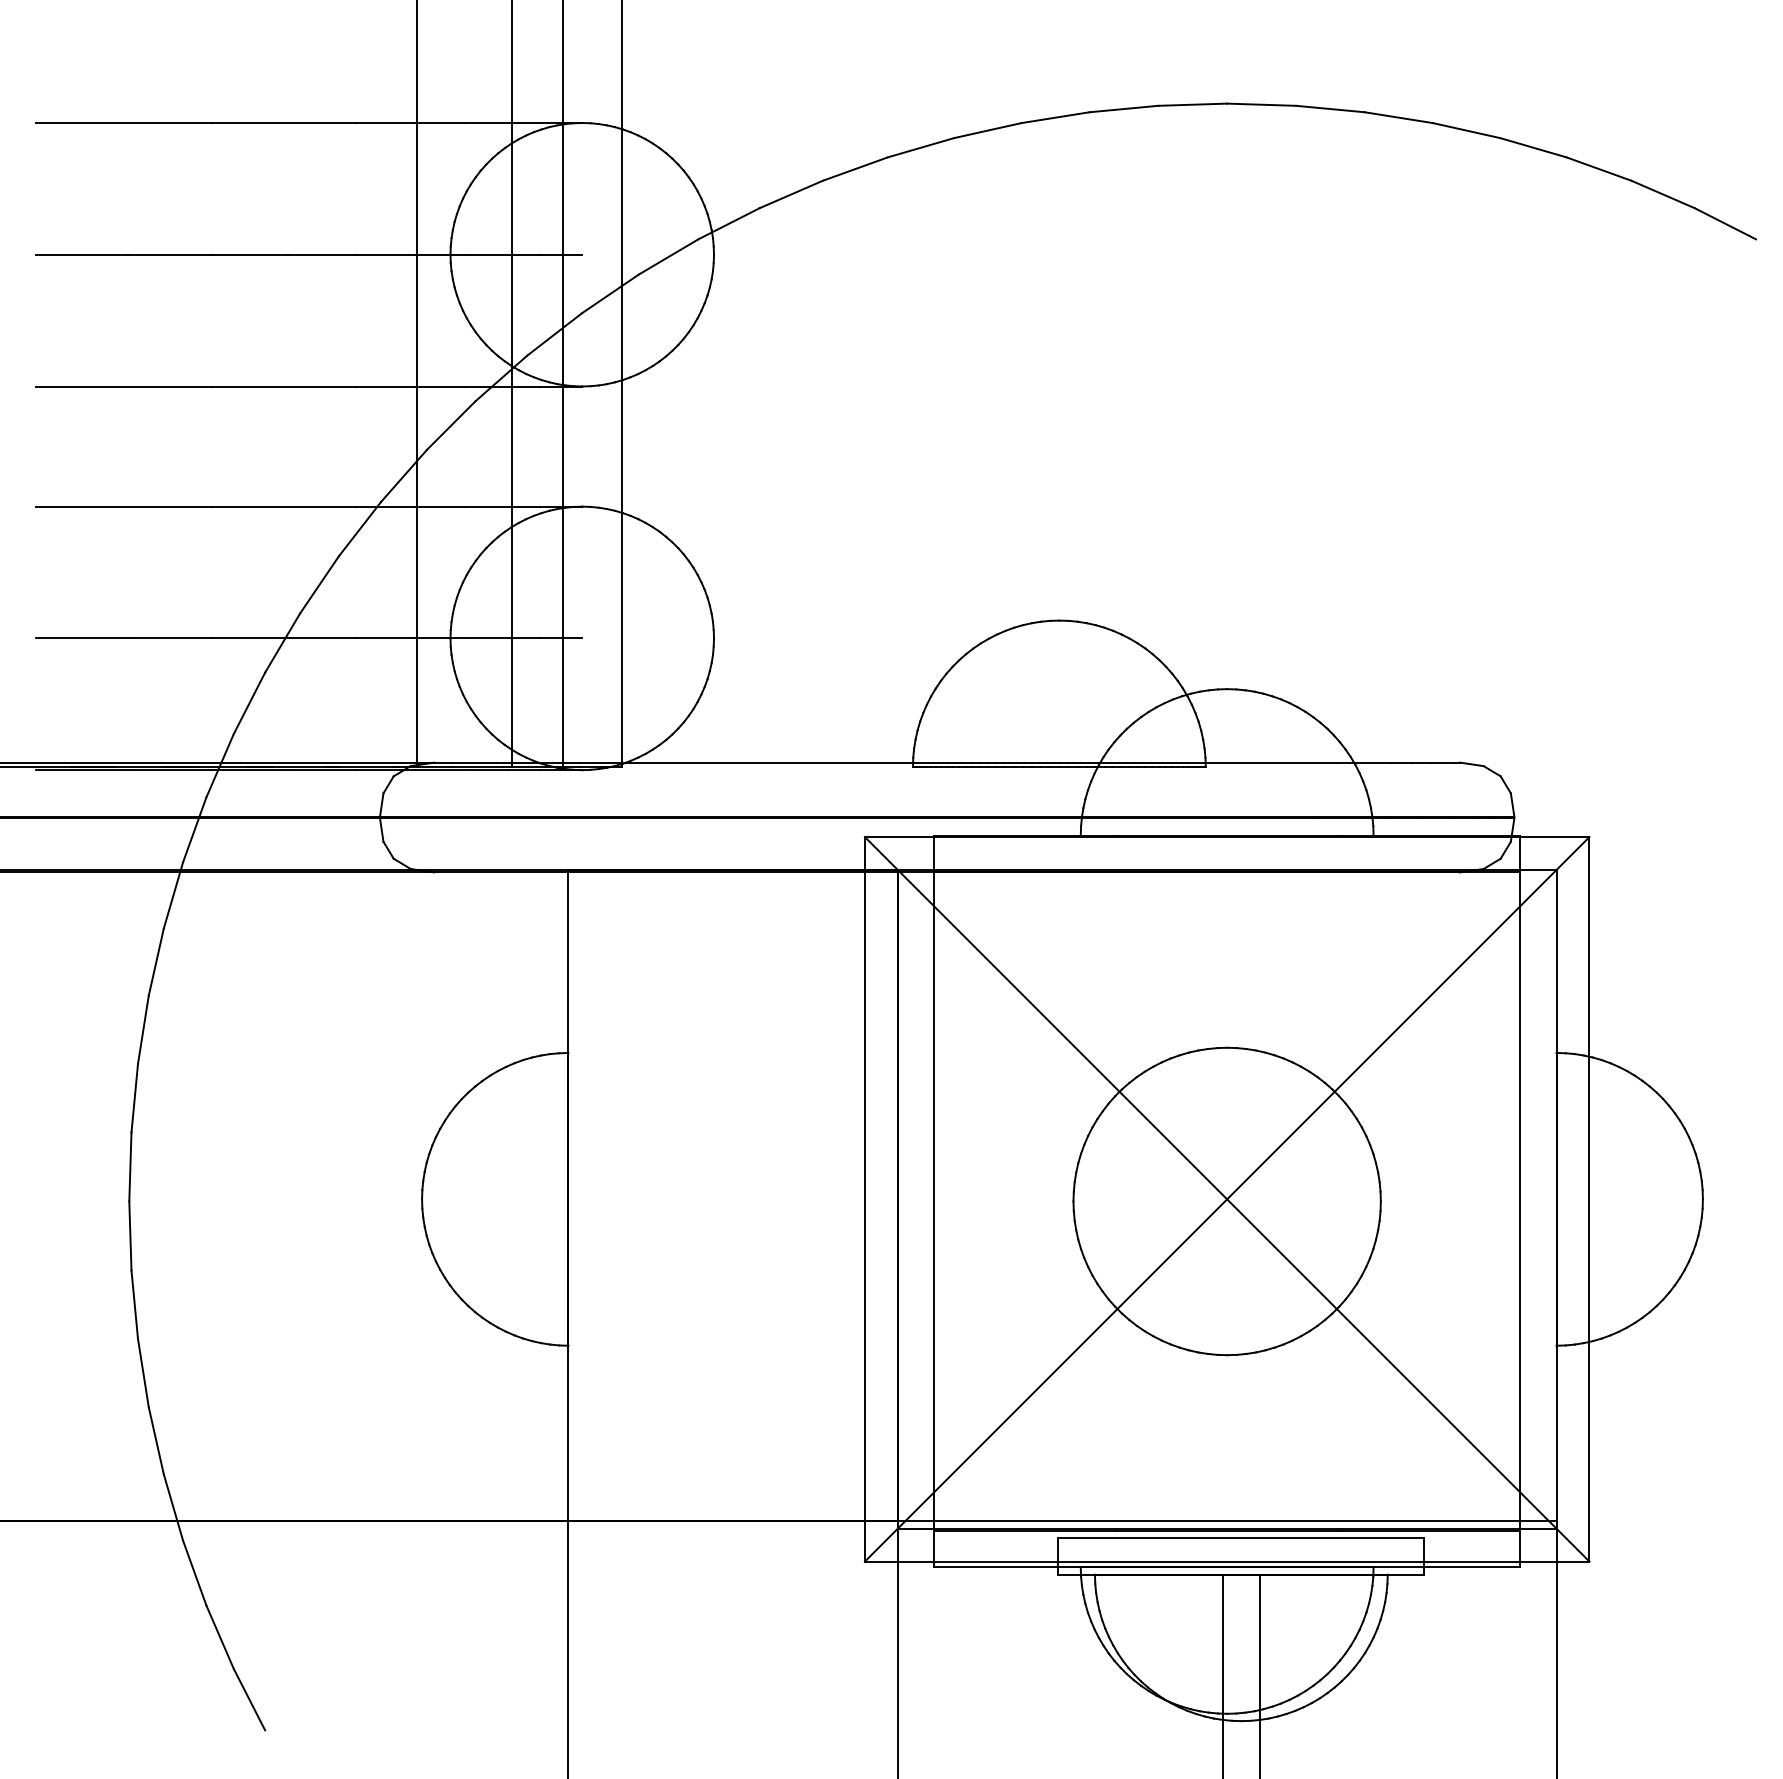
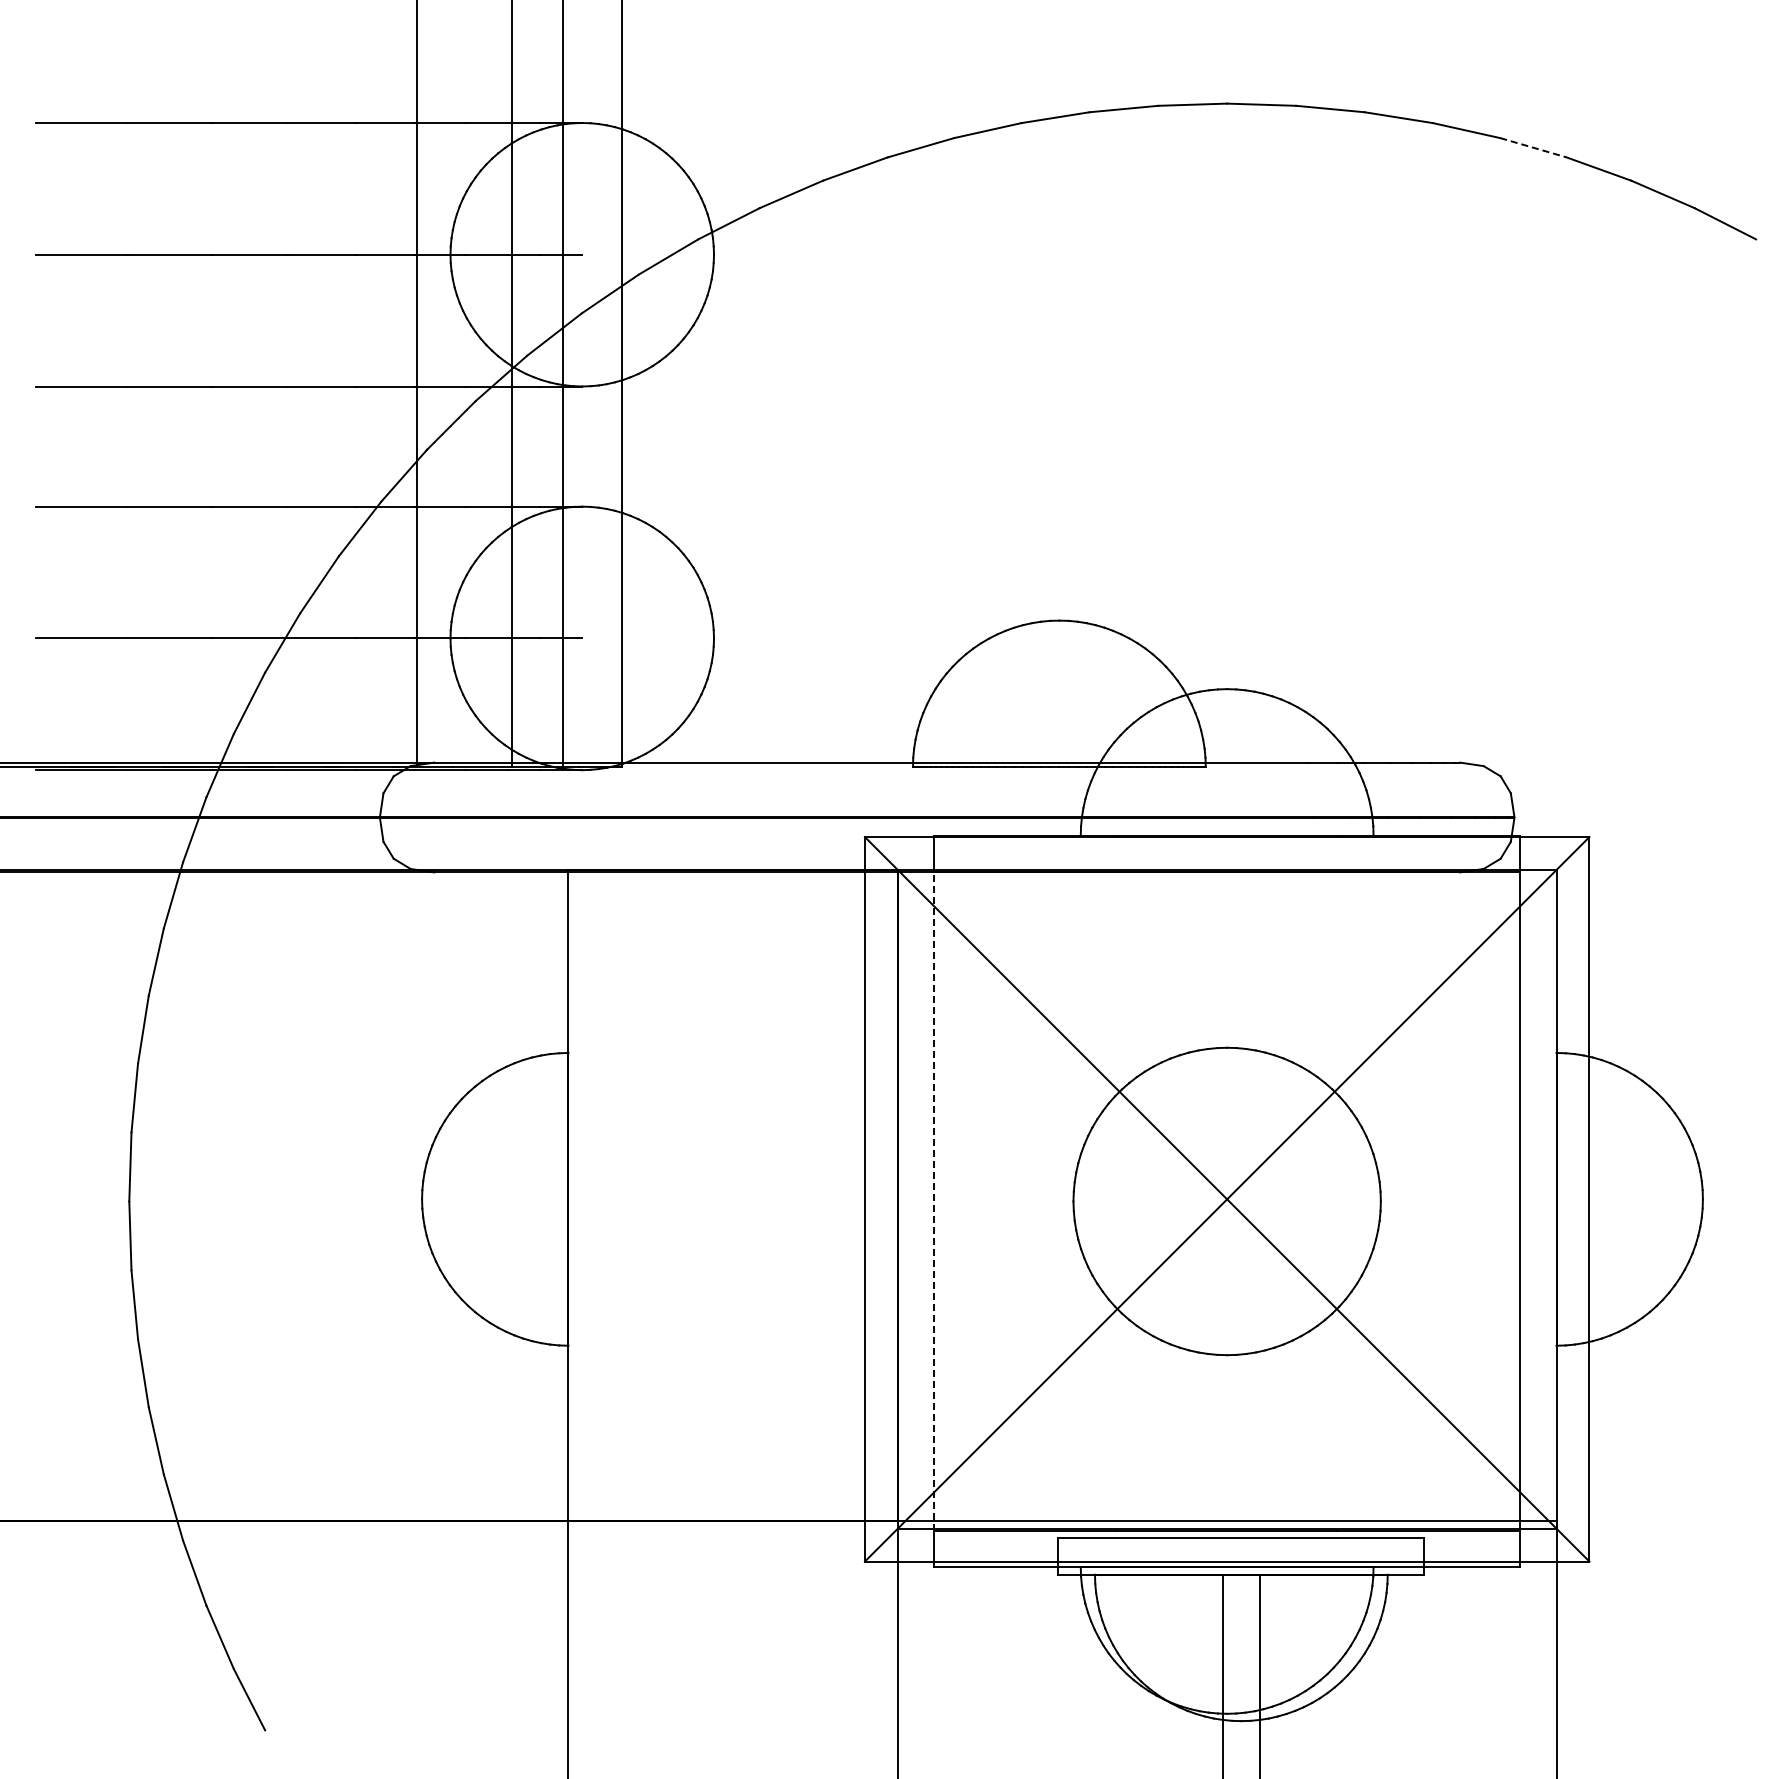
line at (1533, 147): solid -> dashed
line at (934, 1200): solid -> dashed
